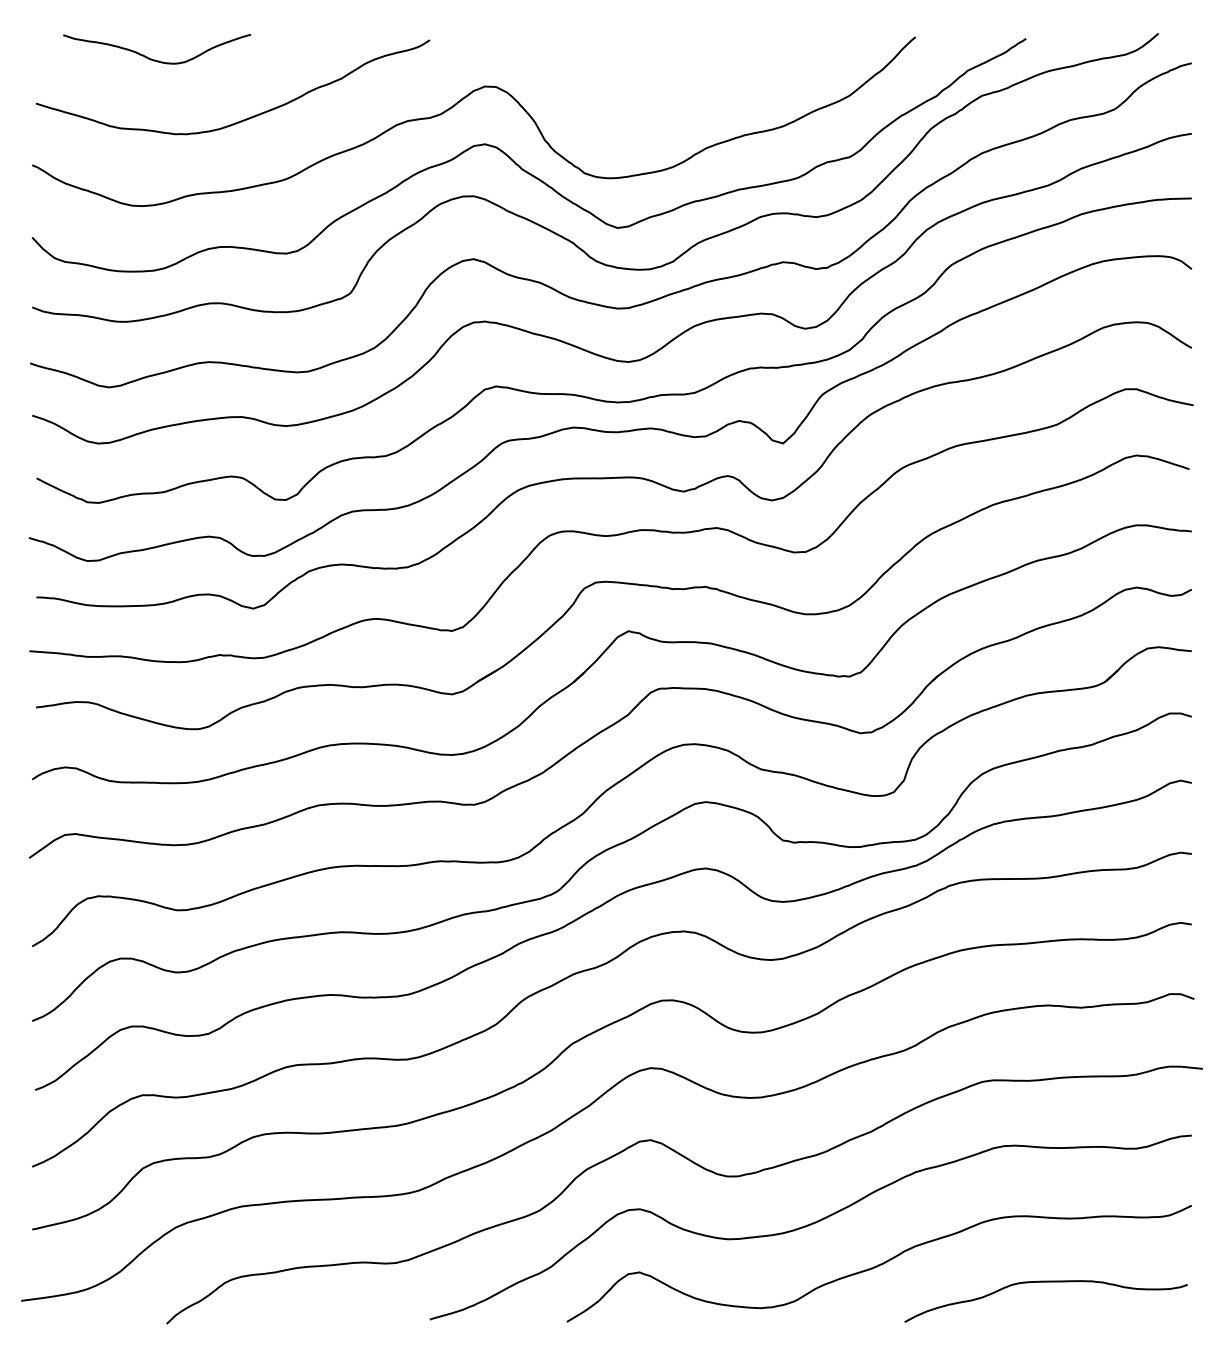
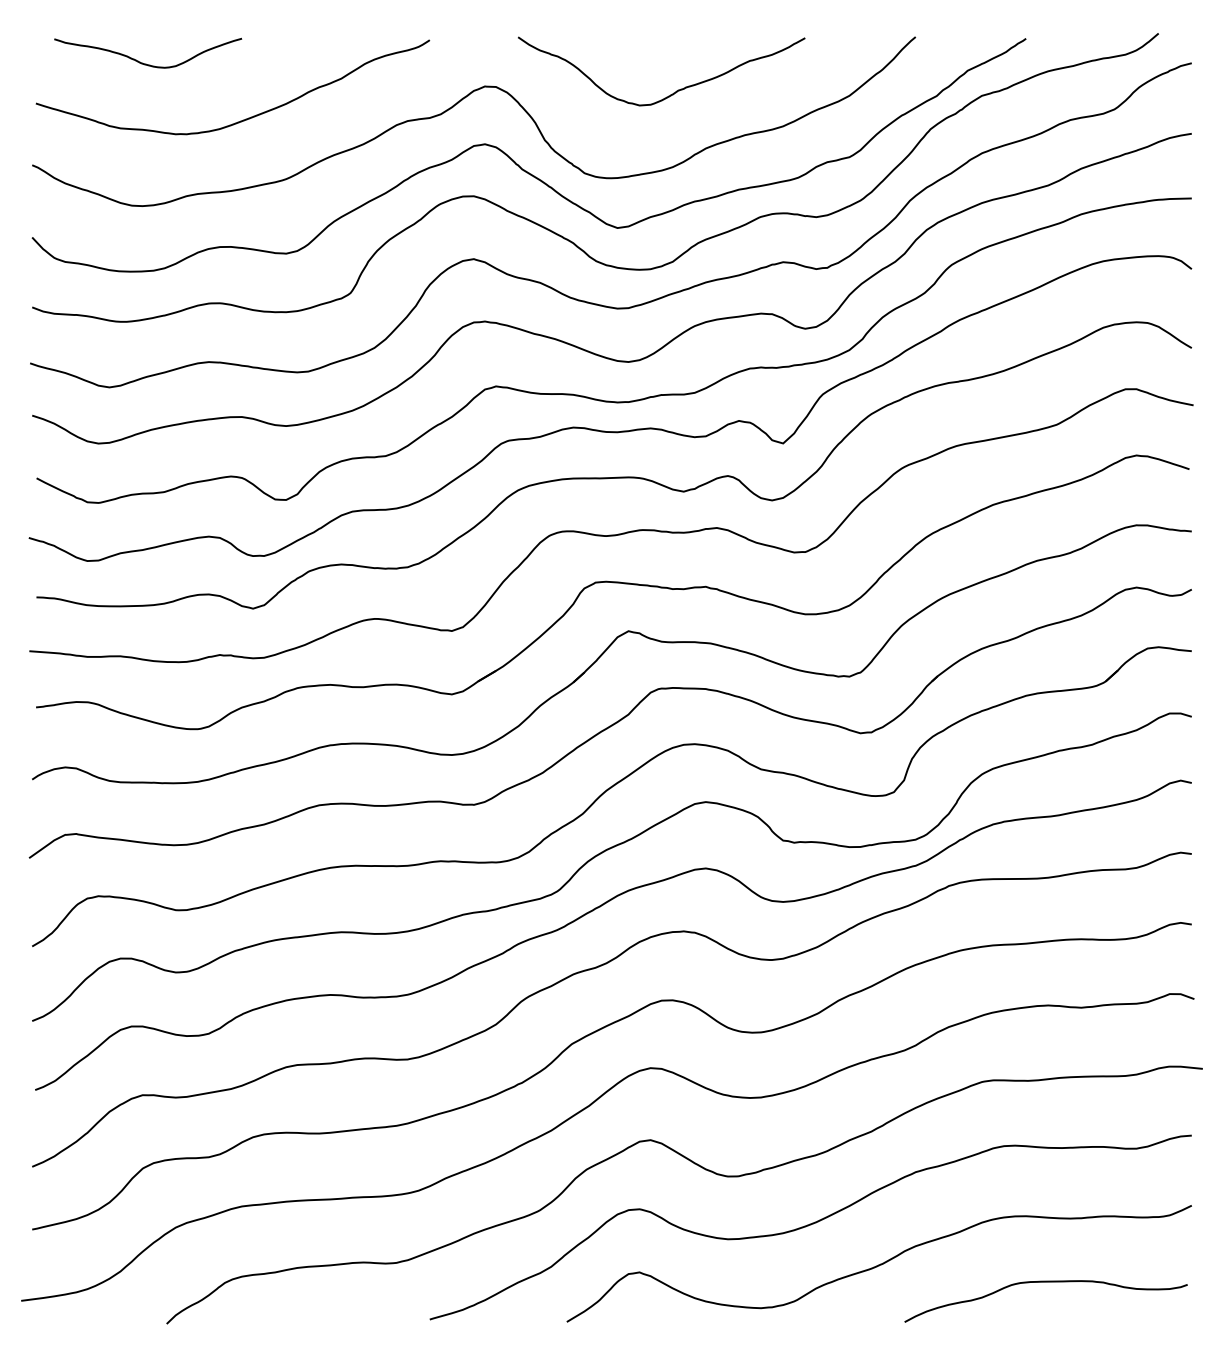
curve at (155, 59) position: (155, 59) -> (146, 63)
curve at (673, 92): none -> present
